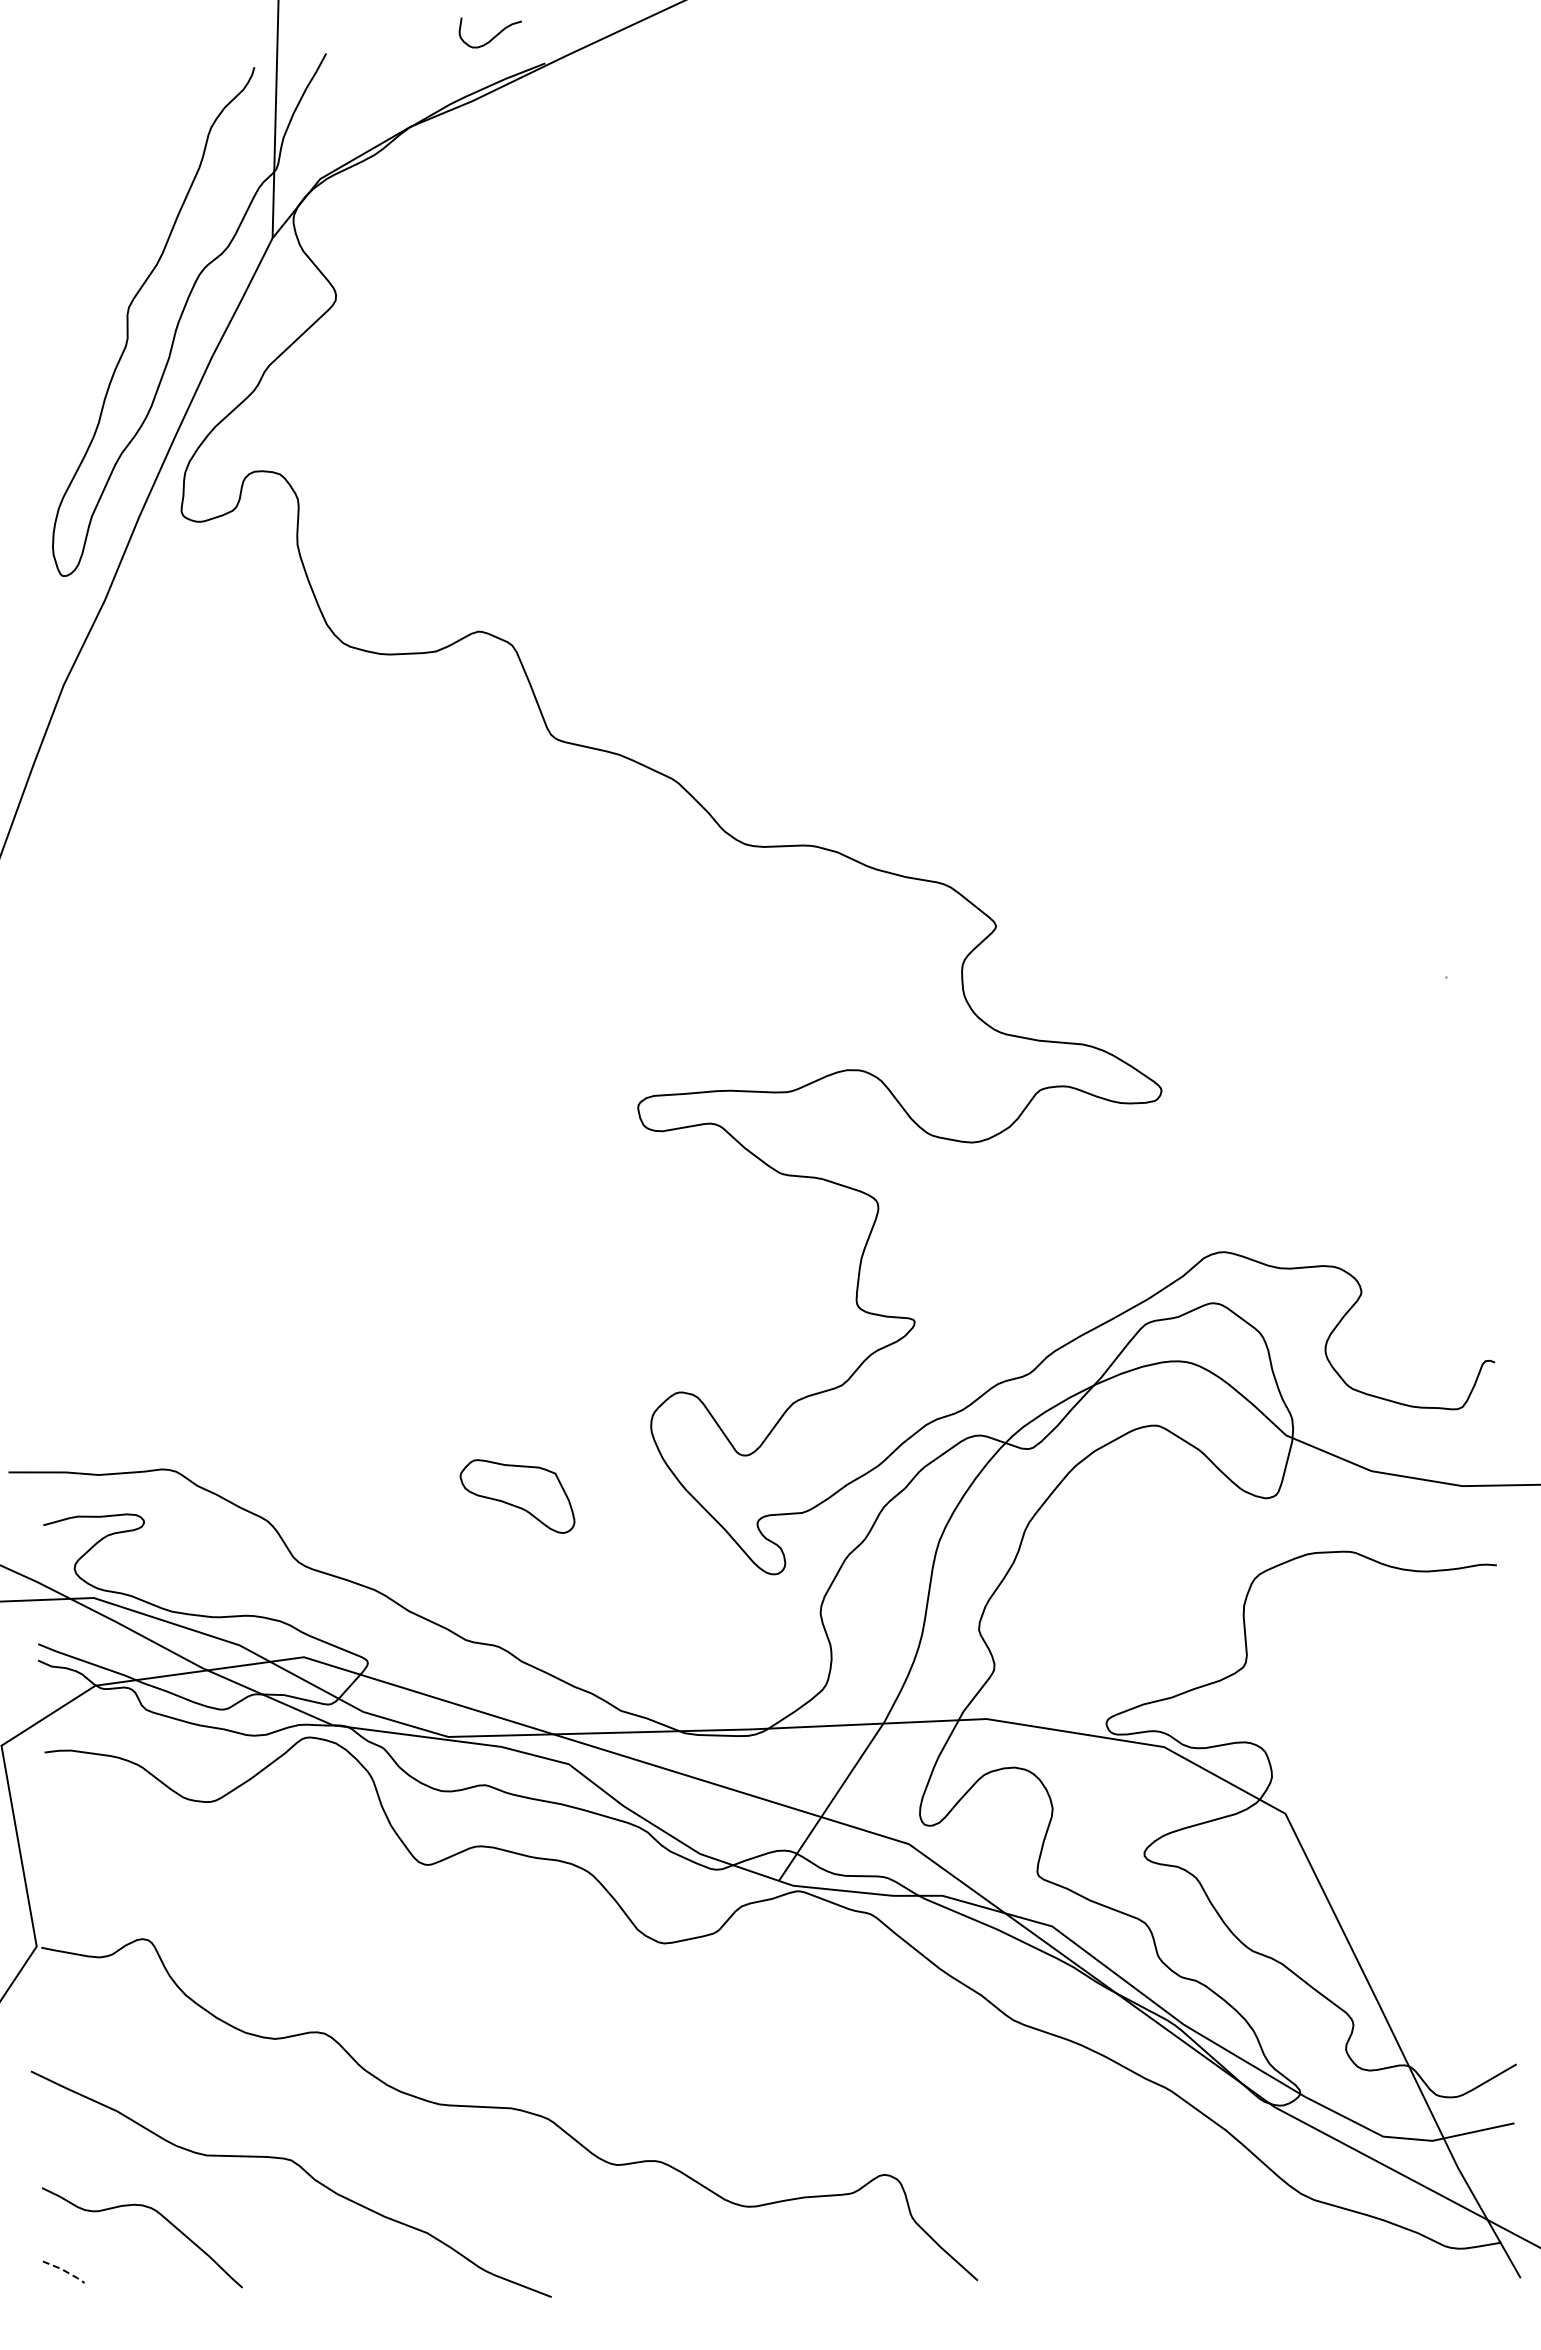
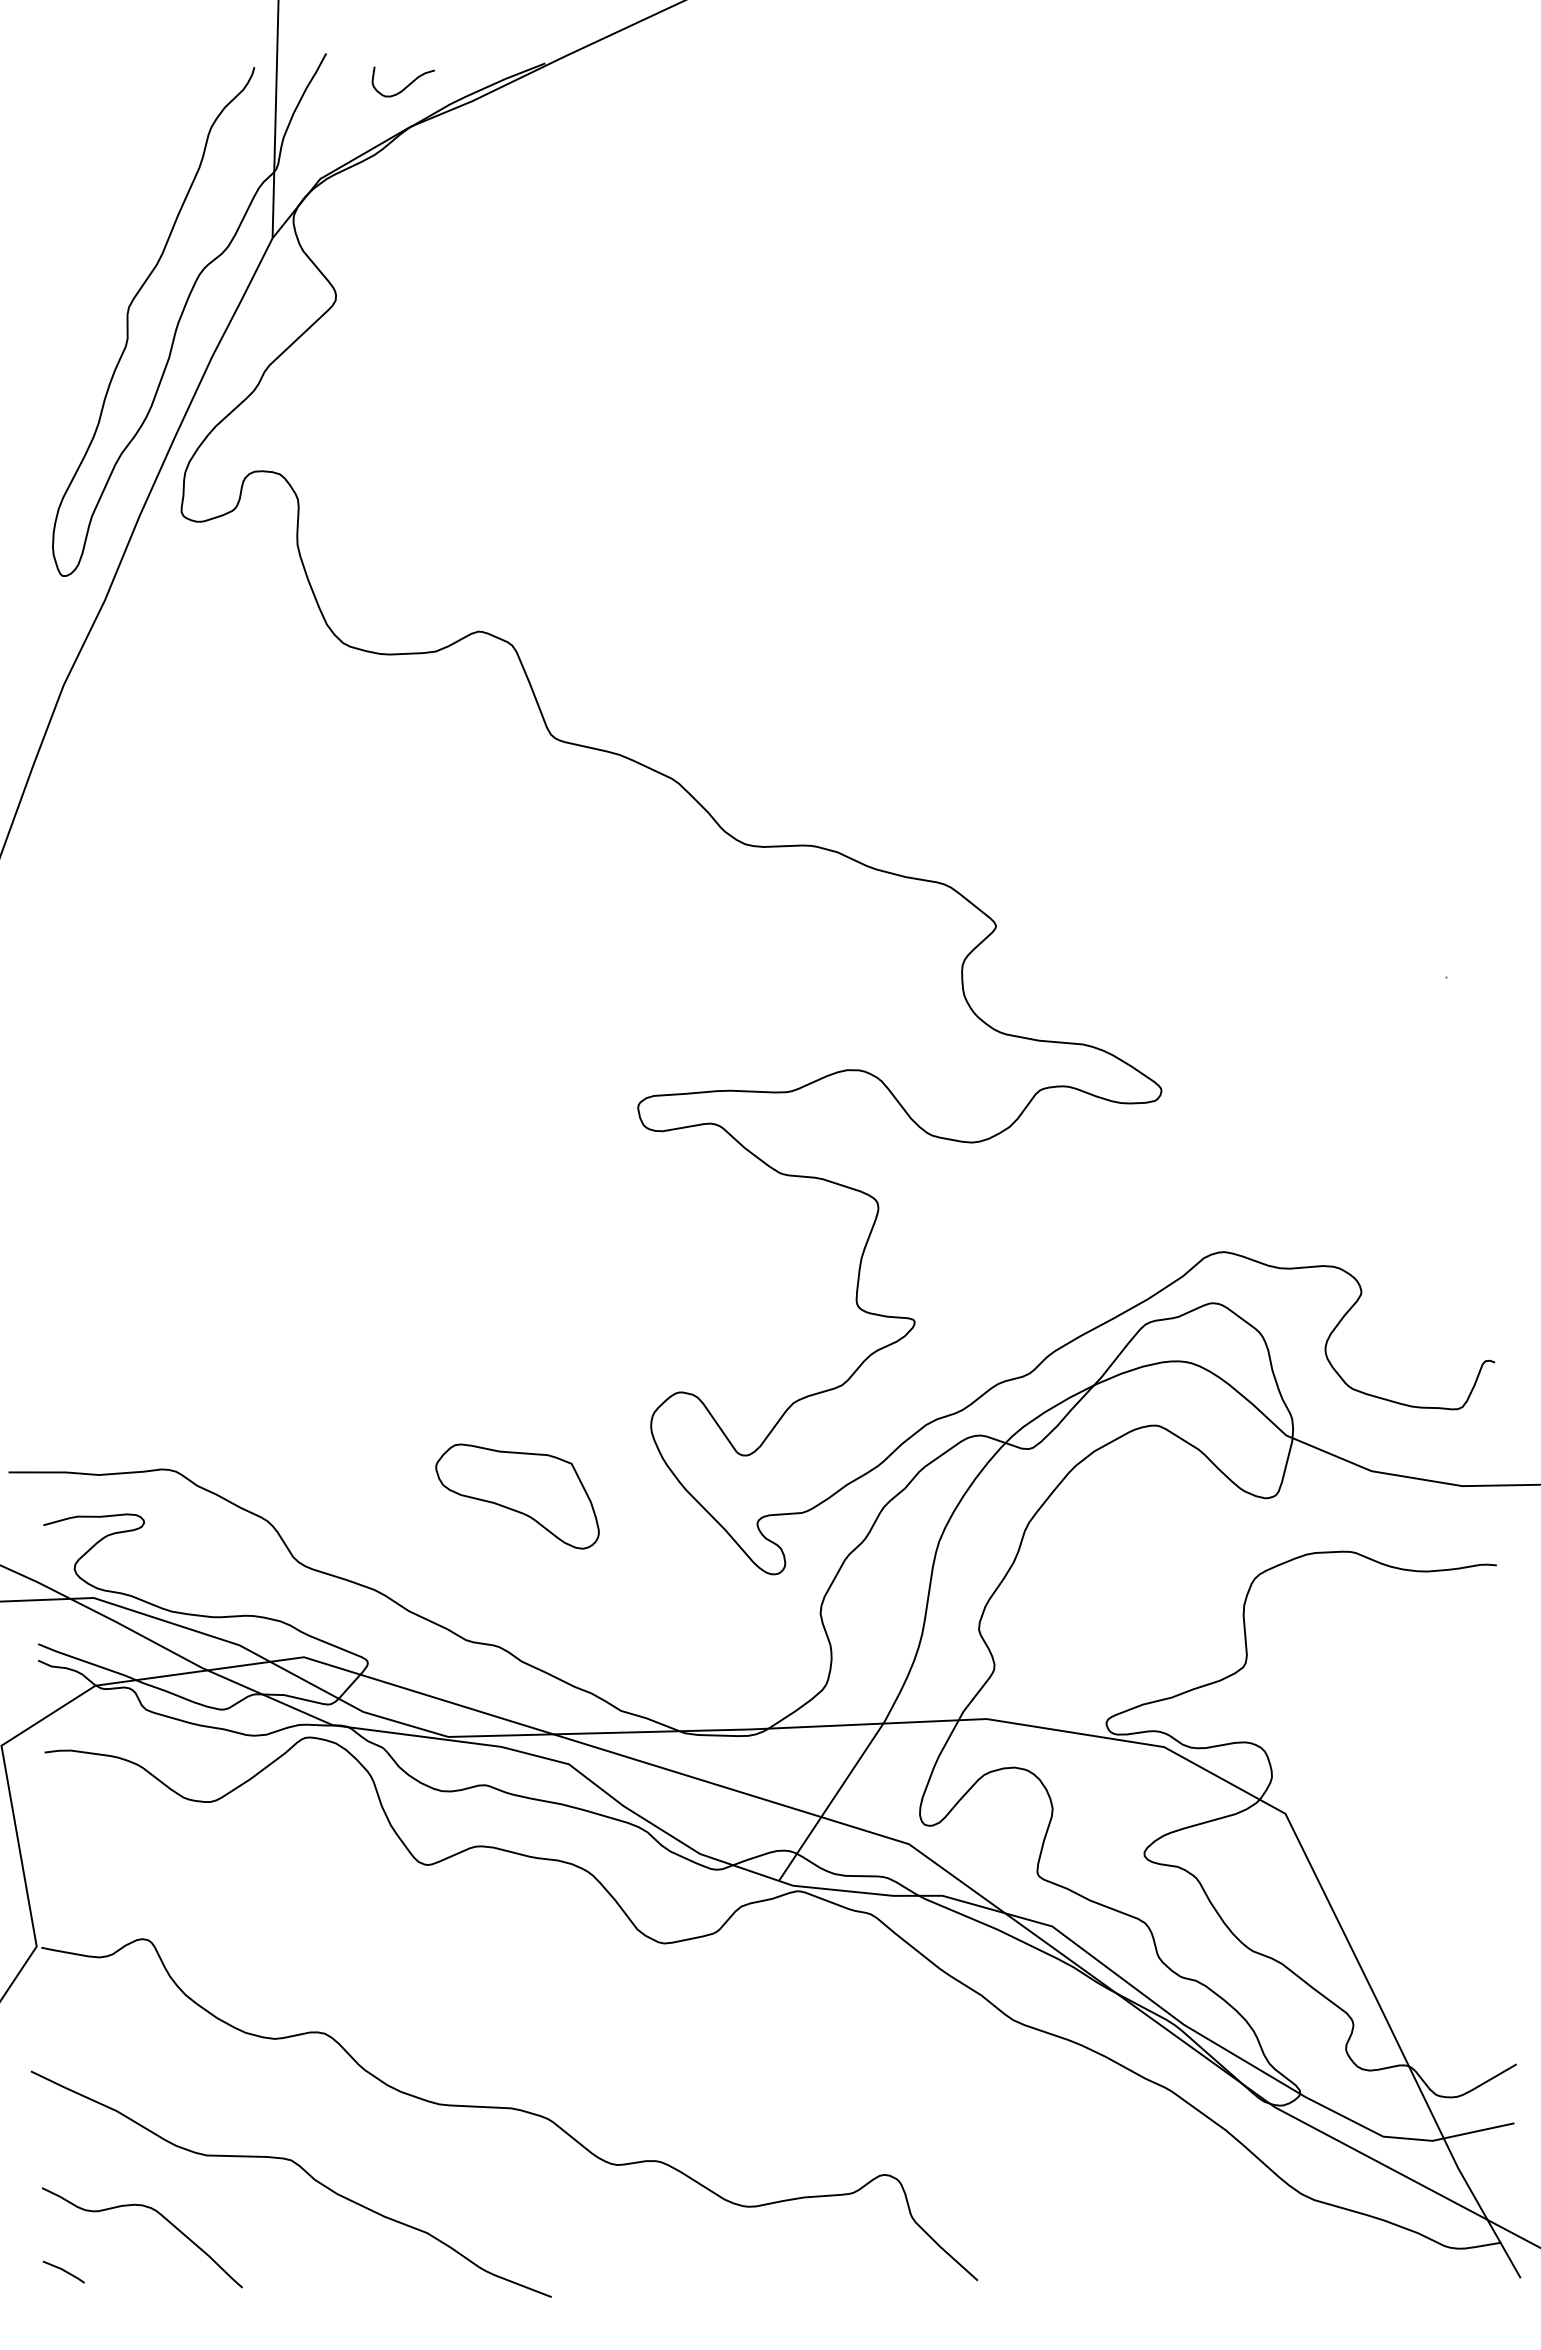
curve at (492, 37) position: (492, 37) -> (405, 86)
part at (517, 1496) size: 117x75 px -> 165x107 px
line at (64, 2270): dashed -> solid
